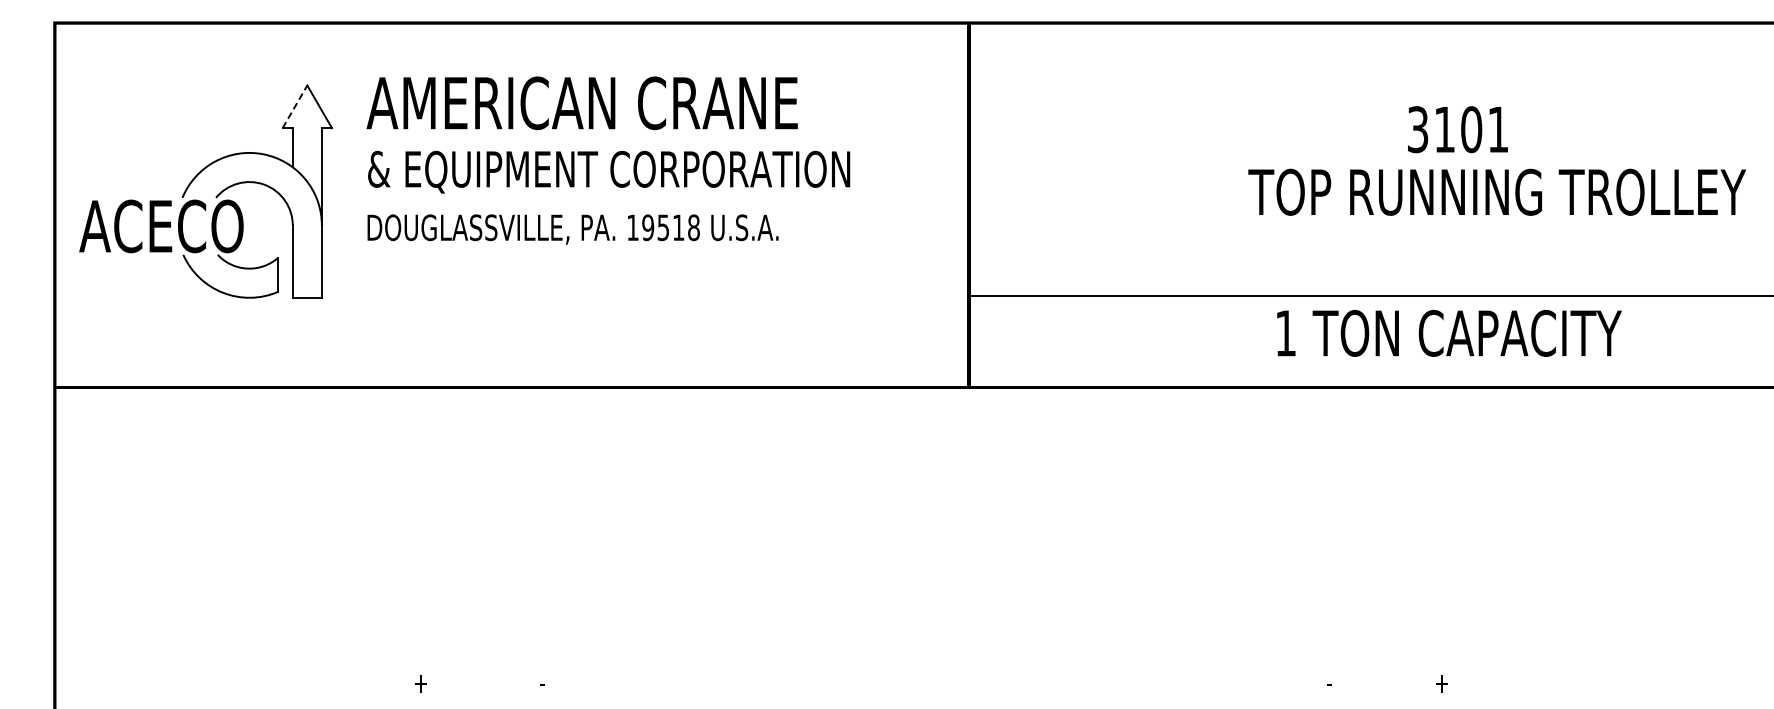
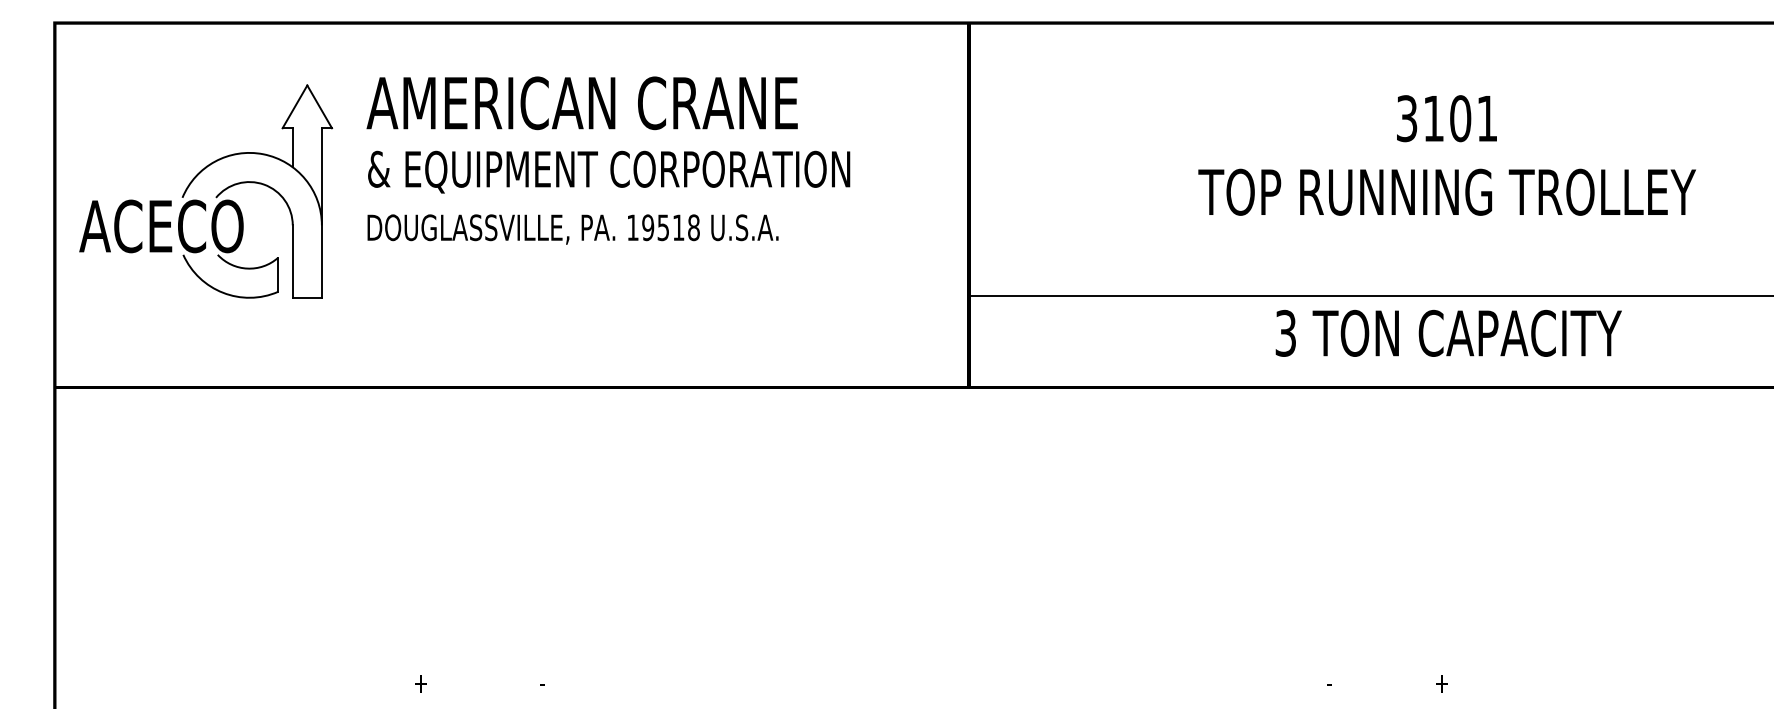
line at (294, 106): dashed -> solid
text at (1457, 129) position: (1457, 129) -> (1446, 118)
text at (1496, 191) position: (1496, 191) -> (1446, 191)
text at (1285, 332): 1 -> 3
